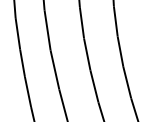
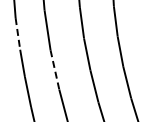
line at (17, 33): solid -> dashed
line at (55, 70): solid -> dashed
